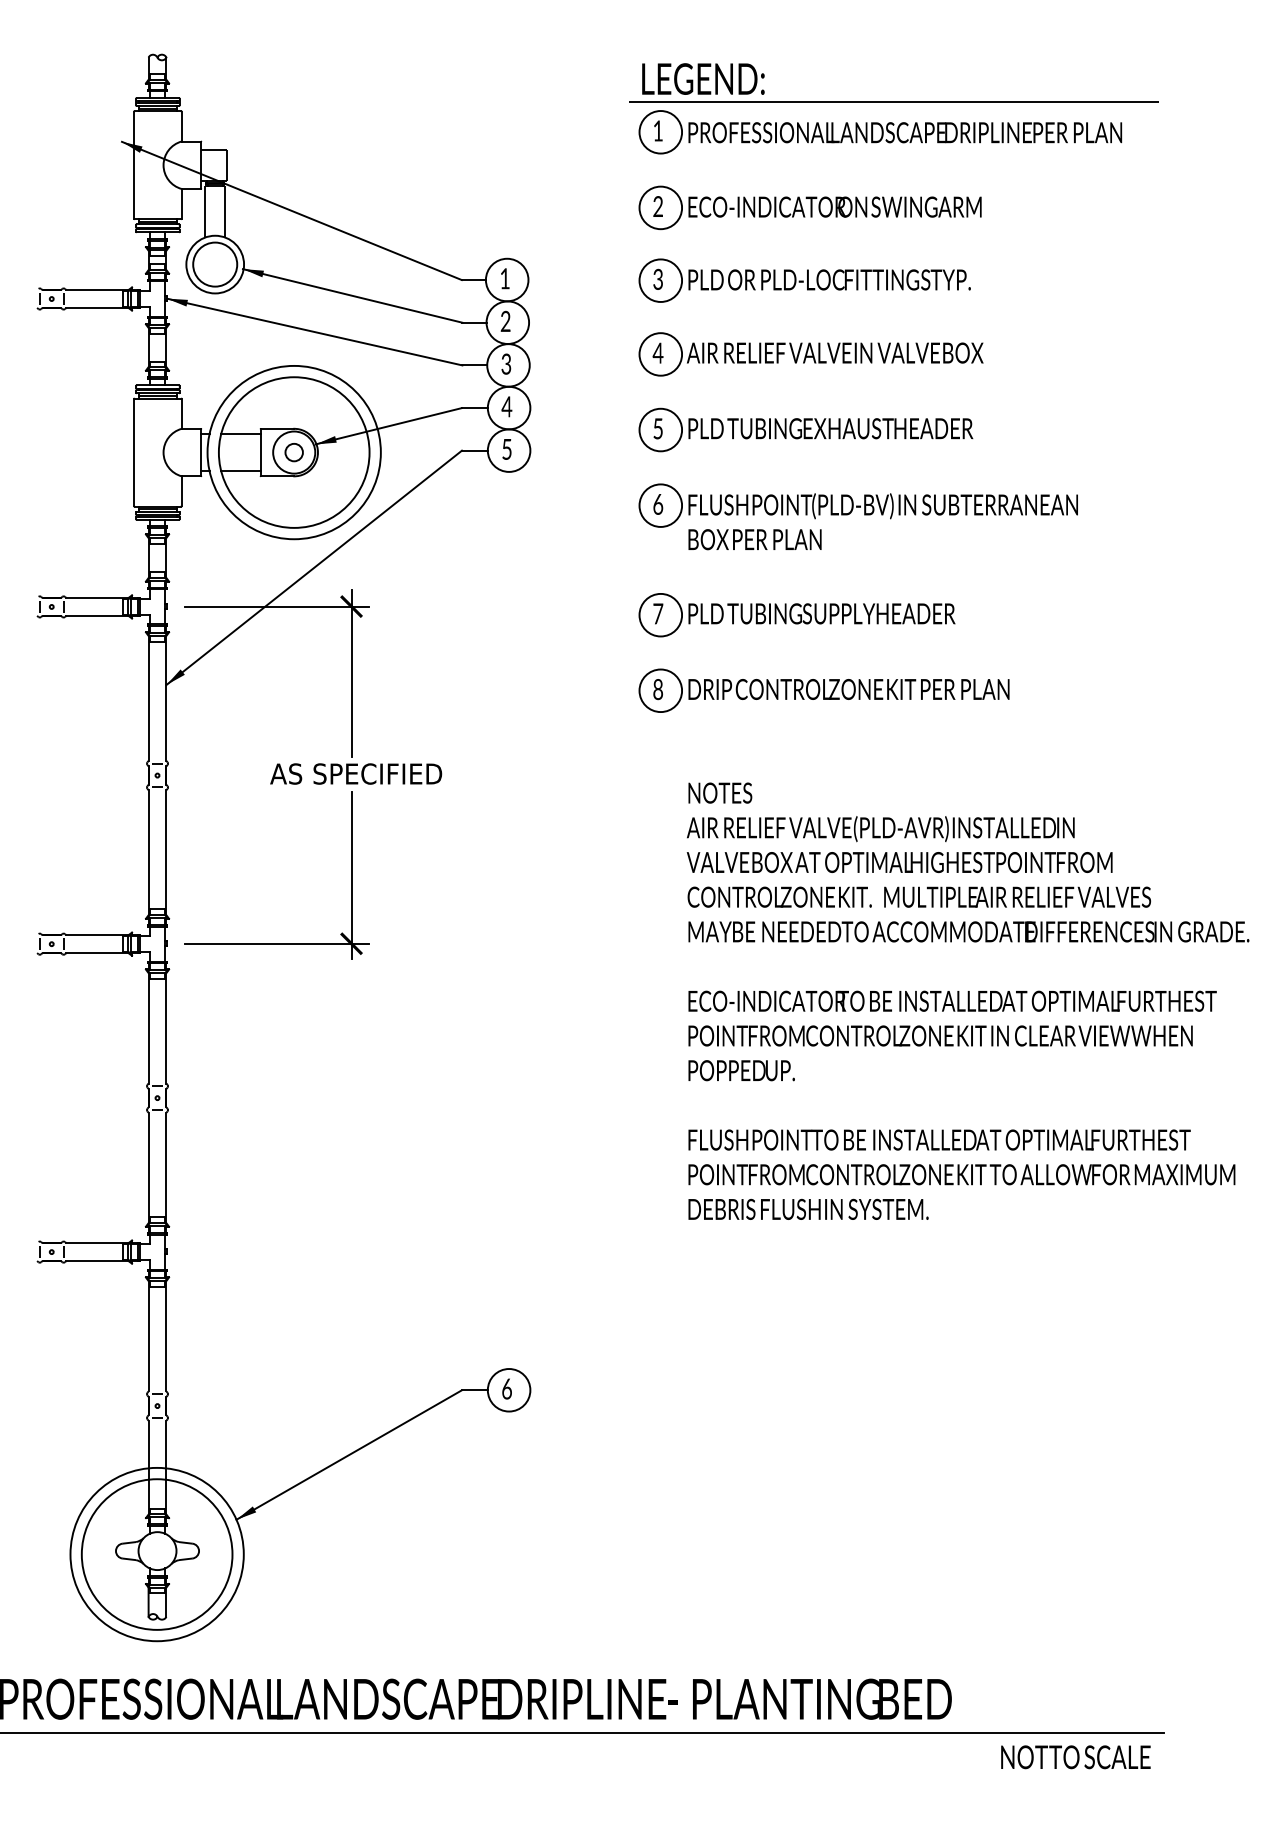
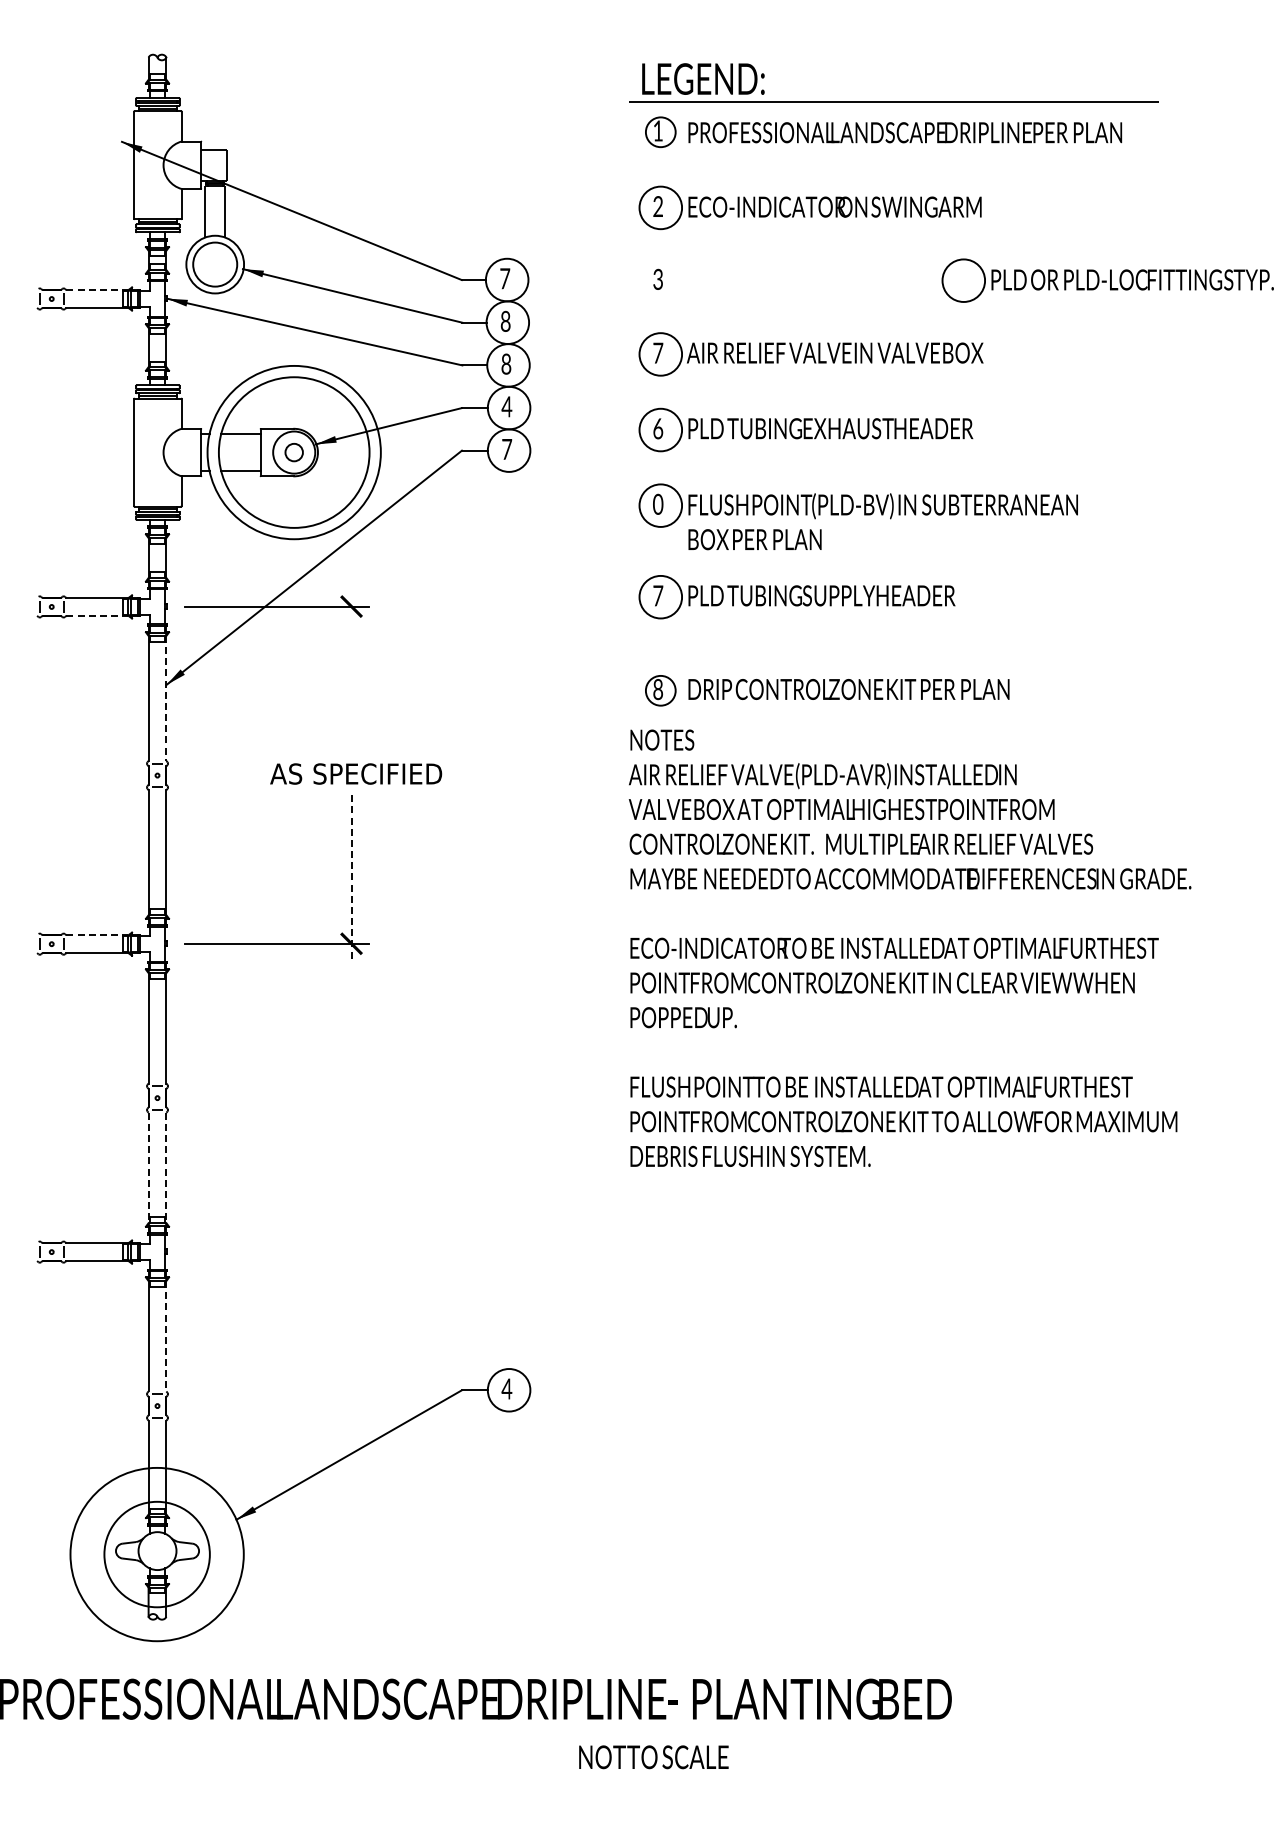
circle at (660, 132) diameter: 43 px -> 30 px
text at (505, 278): 1 -> 7
part at (804, 280) position: (804, 280) -> (1107, 280)
line at (97, 290): solid -> dashed
text at (505, 321): 2 -> 8
text at (657, 352): 4 -> 7
text at (506, 364): 3 -> 8
text at (658, 428): 5 -> 6
text at (507, 449): 5 -> 7
text at (658, 503): 6 -> 0
line at (97, 615): solid -> dashed
part at (796, 615) position: (796, 615) -> (796, 597)
line at (351, 673): present -> none
circle at (660, 690) diameter: 43 px -> 30 px
line at (166, 698): solid -> dashed
line at (351, 874): solid -> dashed
line at (97, 935): solid -> dashed
text at (967, 1000) position: (967, 1000) -> (909, 947)
line at (148, 1168): solid -> dashed
line at (166, 1168): solid -> dashed
line at (166, 1336): solid -> dashed
text at (506, 1389): 6 -> 4
circle at (156, 1554) diameter: 151 px -> 105 px
line at (583, 1733): present -> none
text at (1075, 1757) position: (1075, 1757) -> (653, 1757)
